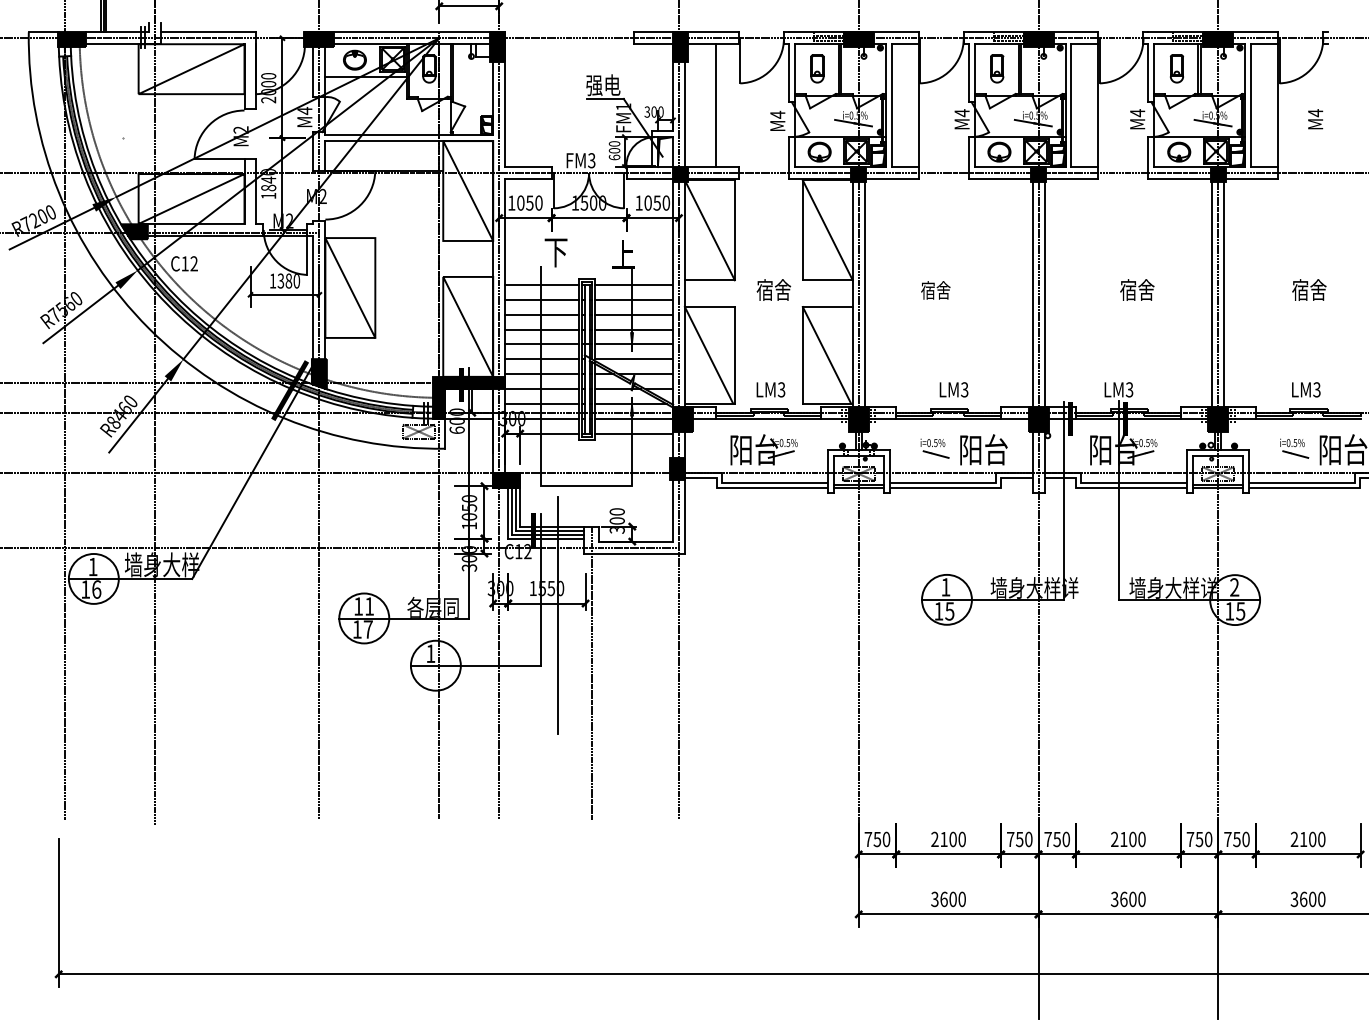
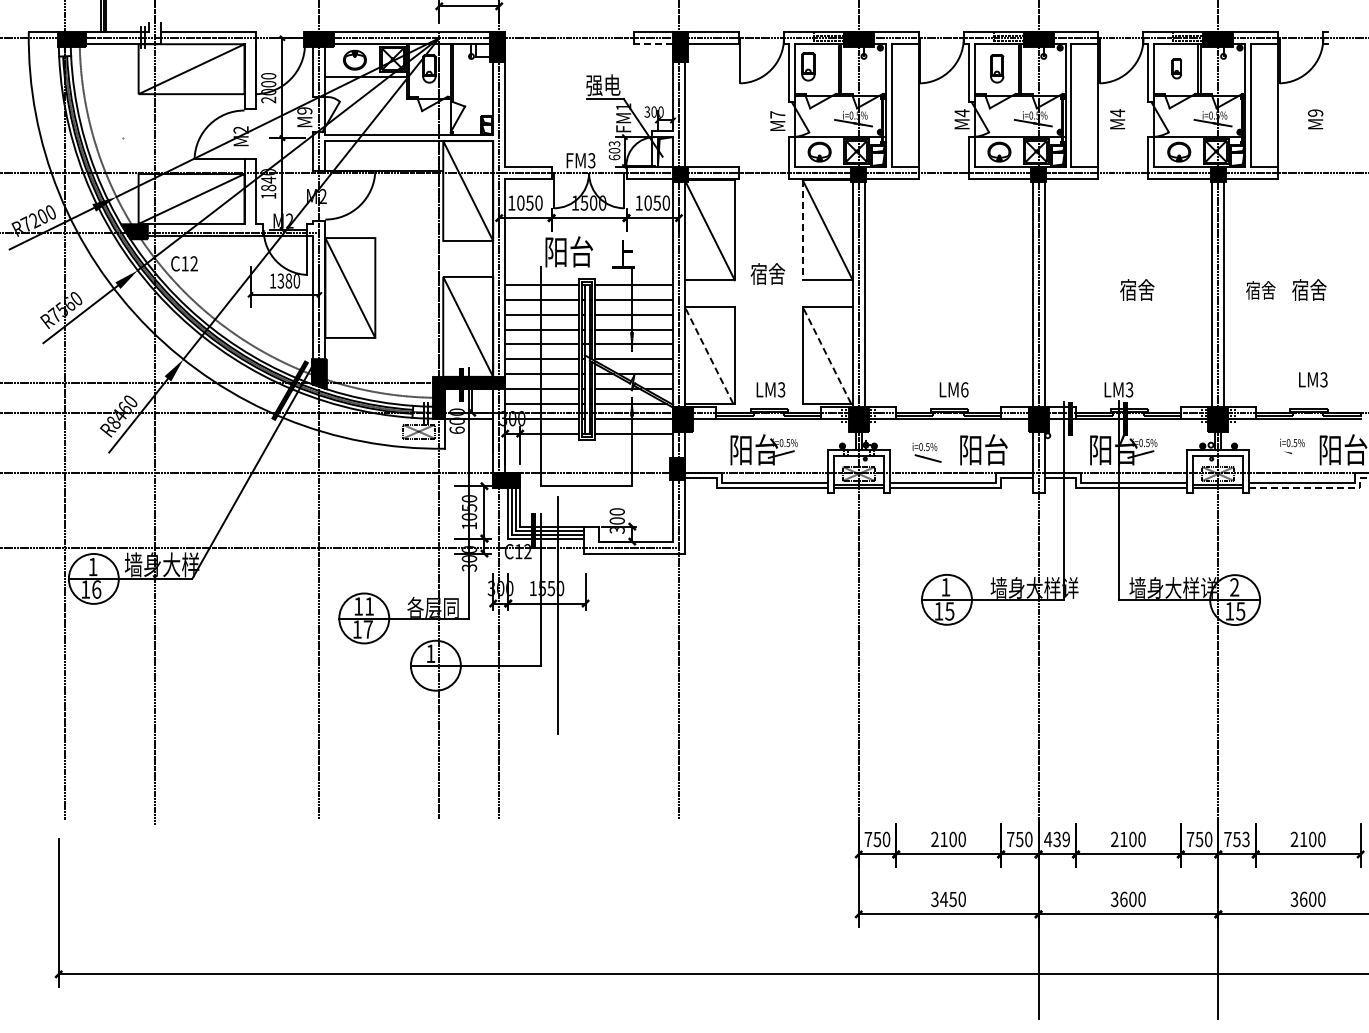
line at (652, 44): solid -> dashed
part at (817, 68) position: (817, 68) -> (808, 66)
part at (1176, 68) size: 15x30 px -> 11x22 px
line at (716, 105): present -> none
text at (304, 111): M4 -> M9
text at (1315, 113): M4 -> M9
text at (777, 114): M4 -> M7
text at (1137, 119) position: (1137, 119) -> (1117, 119)
text at (614, 143): 600 -> 603
line at (802, 230): solid -> dashed
text at (568, 251): 下 -> 阳台
text at (773, 289) position: (773, 289) -> (767, 273)
text at (935, 290) position: (935, 290) -> (1260, 290)
line at (709, 355): solid -> dashed
line at (826, 355): solid -> dashed
text at (964, 389): LM3 -> LM6
text at (1306, 389) position: (1306, 389) -> (1313, 379)
part at (934, 448) position: (934, 448) -> (926, 452)
line at (1295, 454): present -> none
line at (1315, 487): solid -> dashed
line at (591, 672): present -> none
text at (1056, 839): 750 -> 439
text at (1245, 839): 750 -> 753
text at (948, 899): 3600 -> 3450
